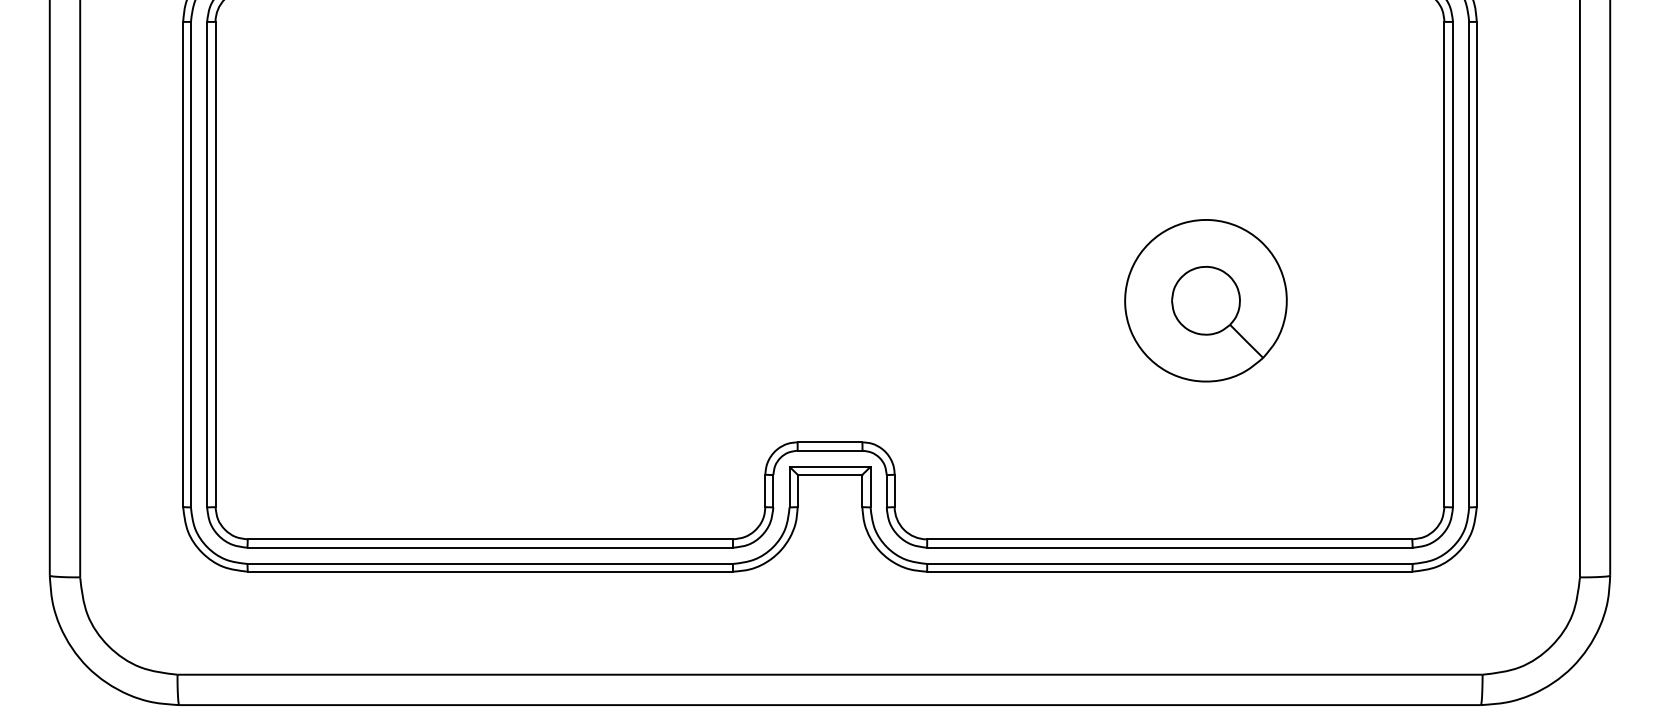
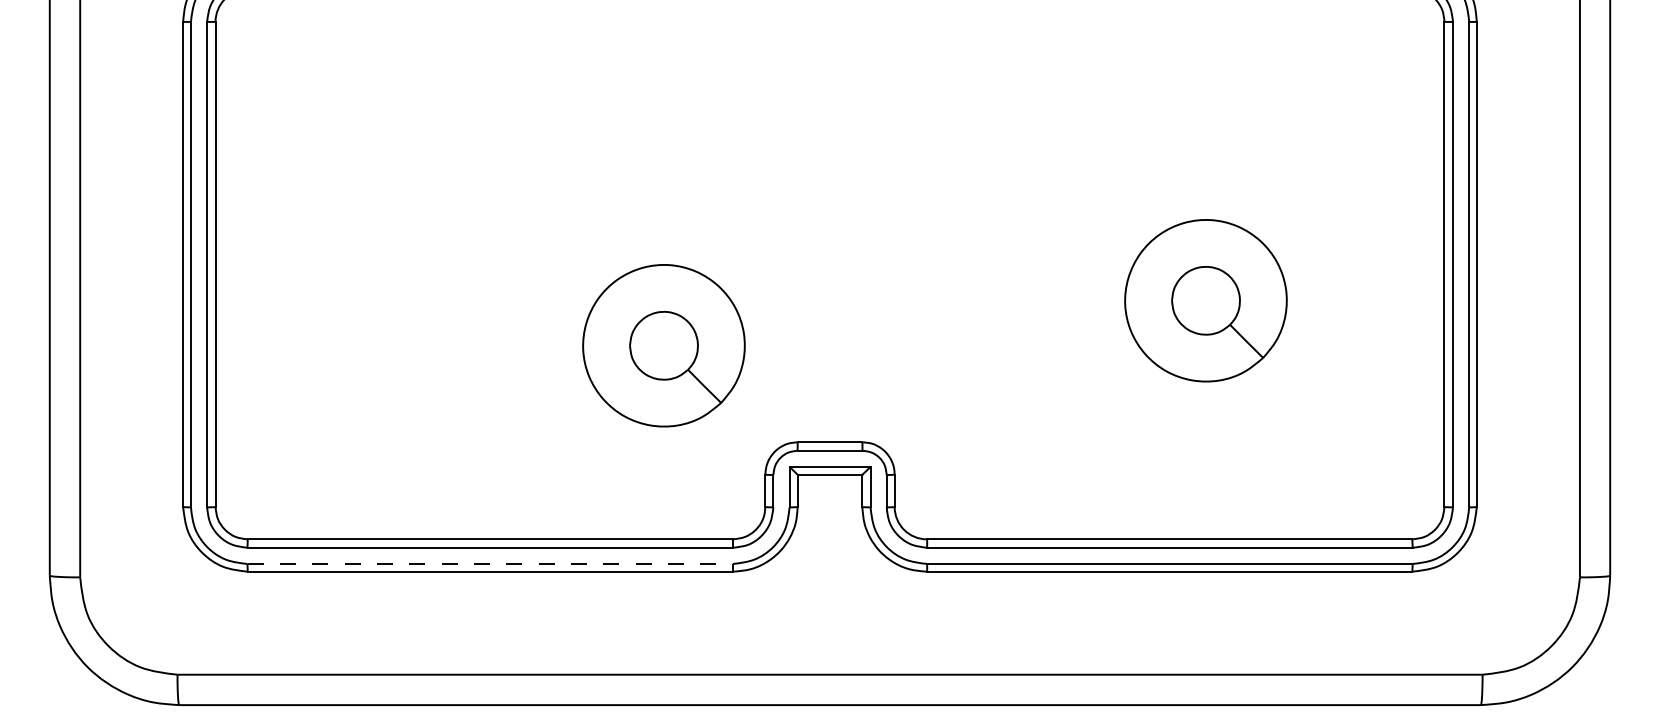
part at (663, 345): none -> present
line at (490, 563): solid -> dashed
